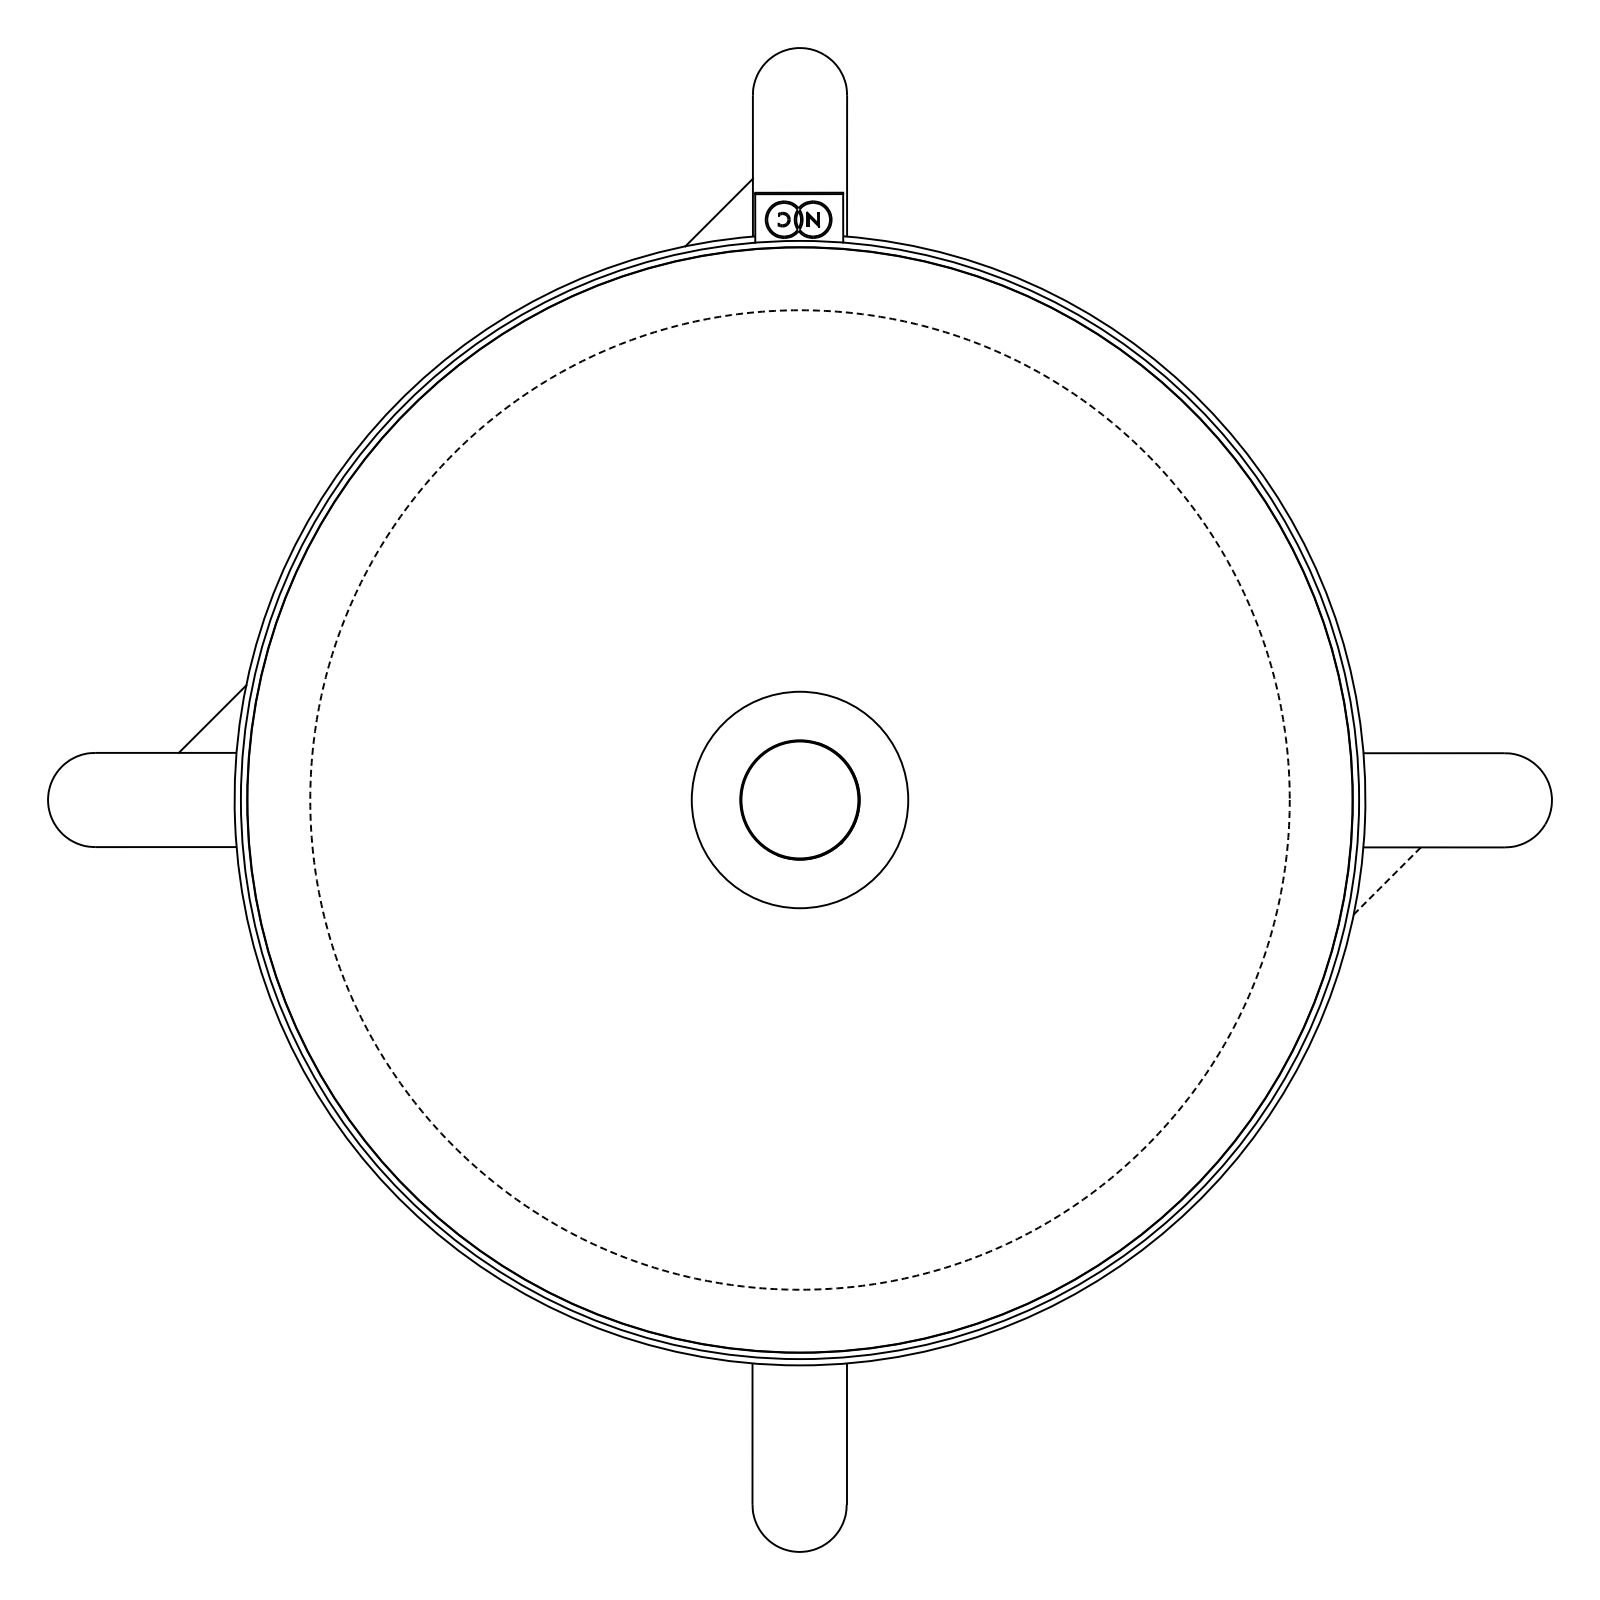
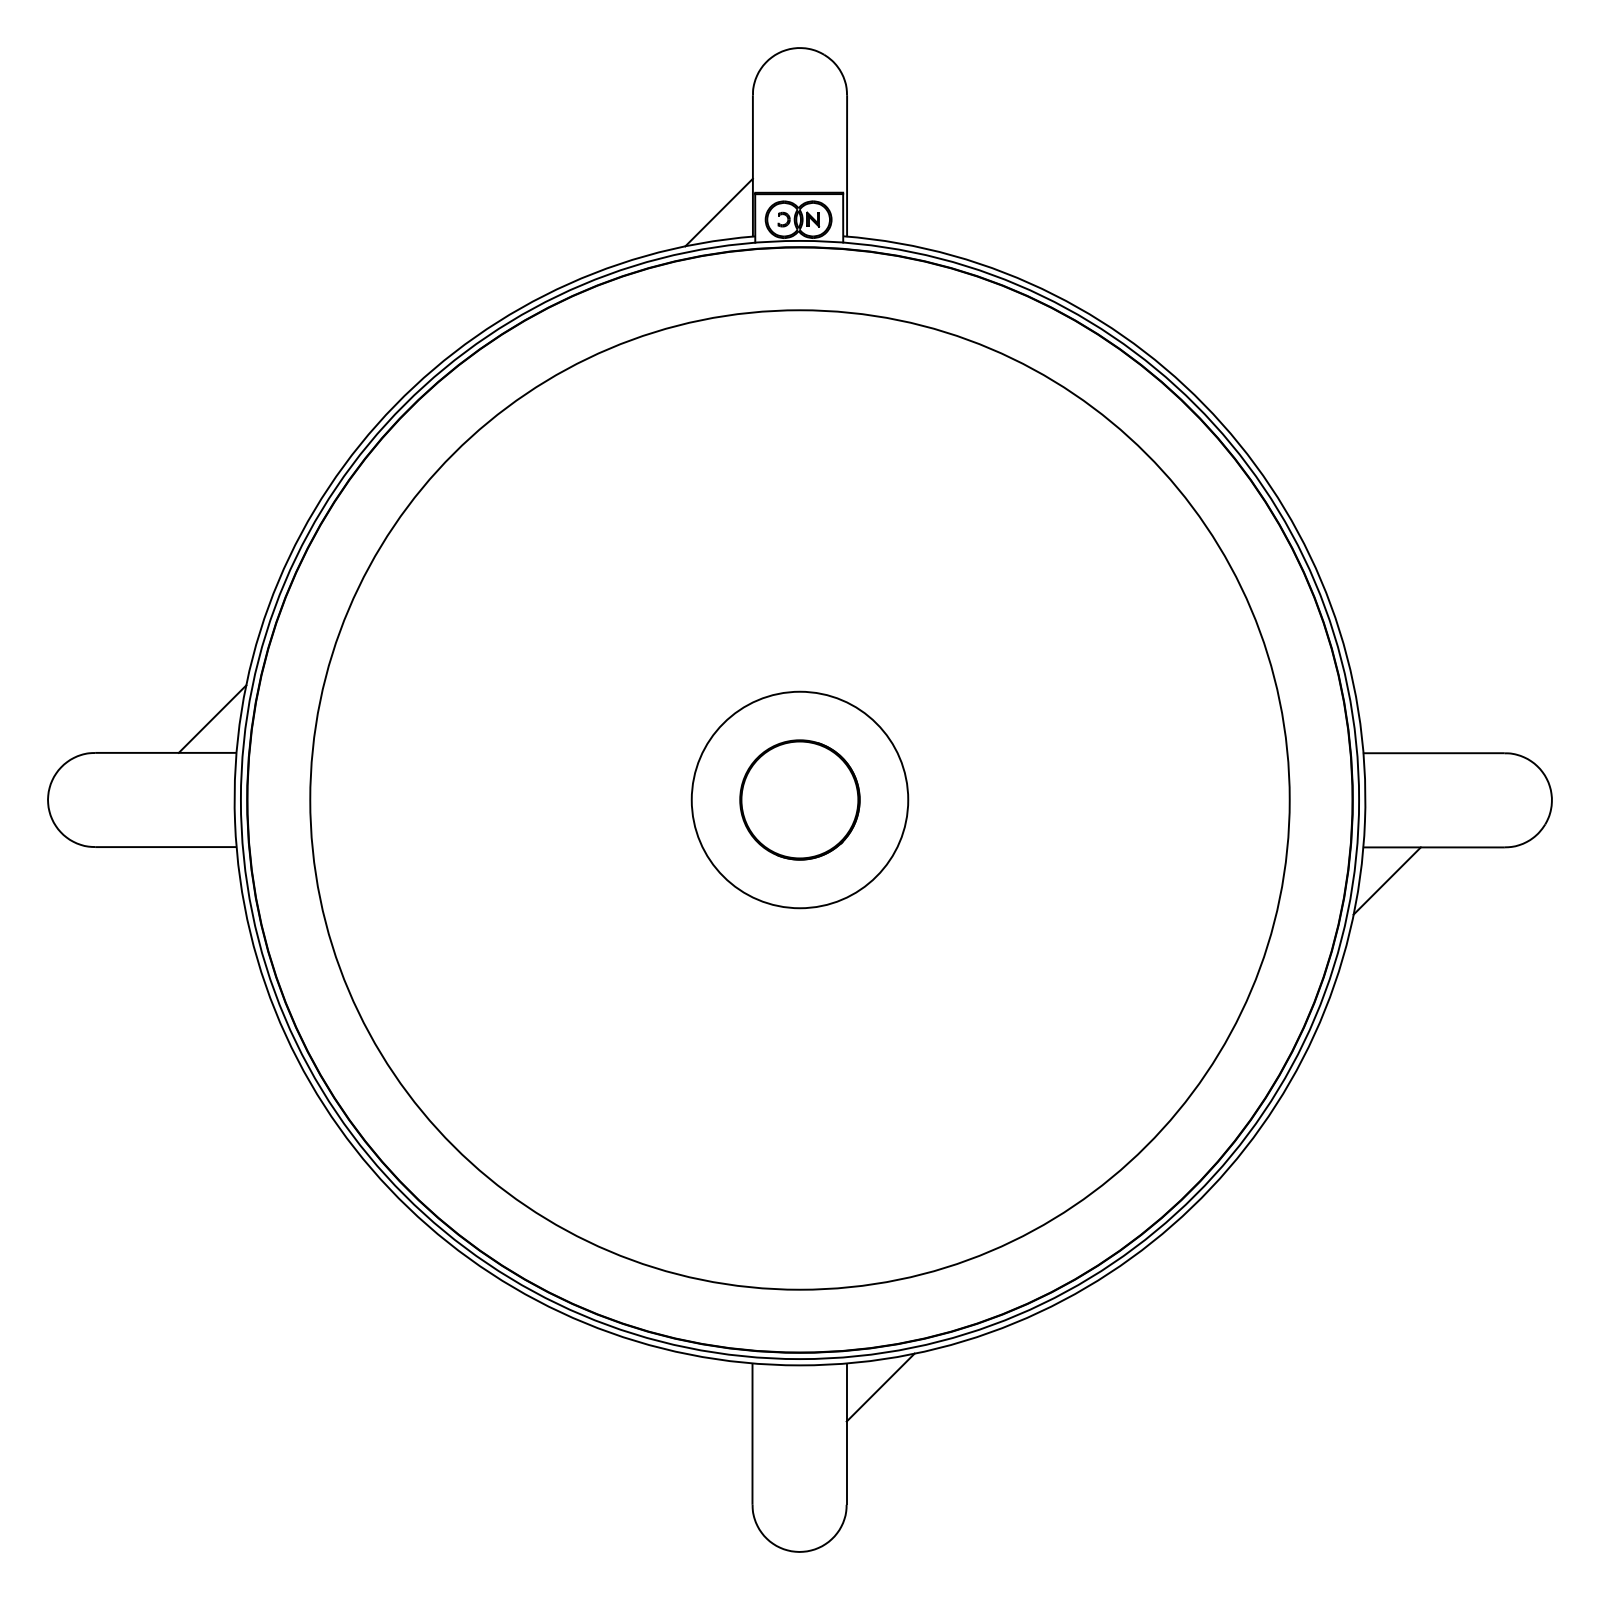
circle at (799, 799): dashed -> solid
line at (1387, 881): dashed -> solid
line at (880, 1387): none -> present
